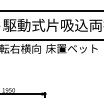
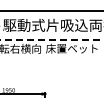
line at (52, 40): solid -> dashed
